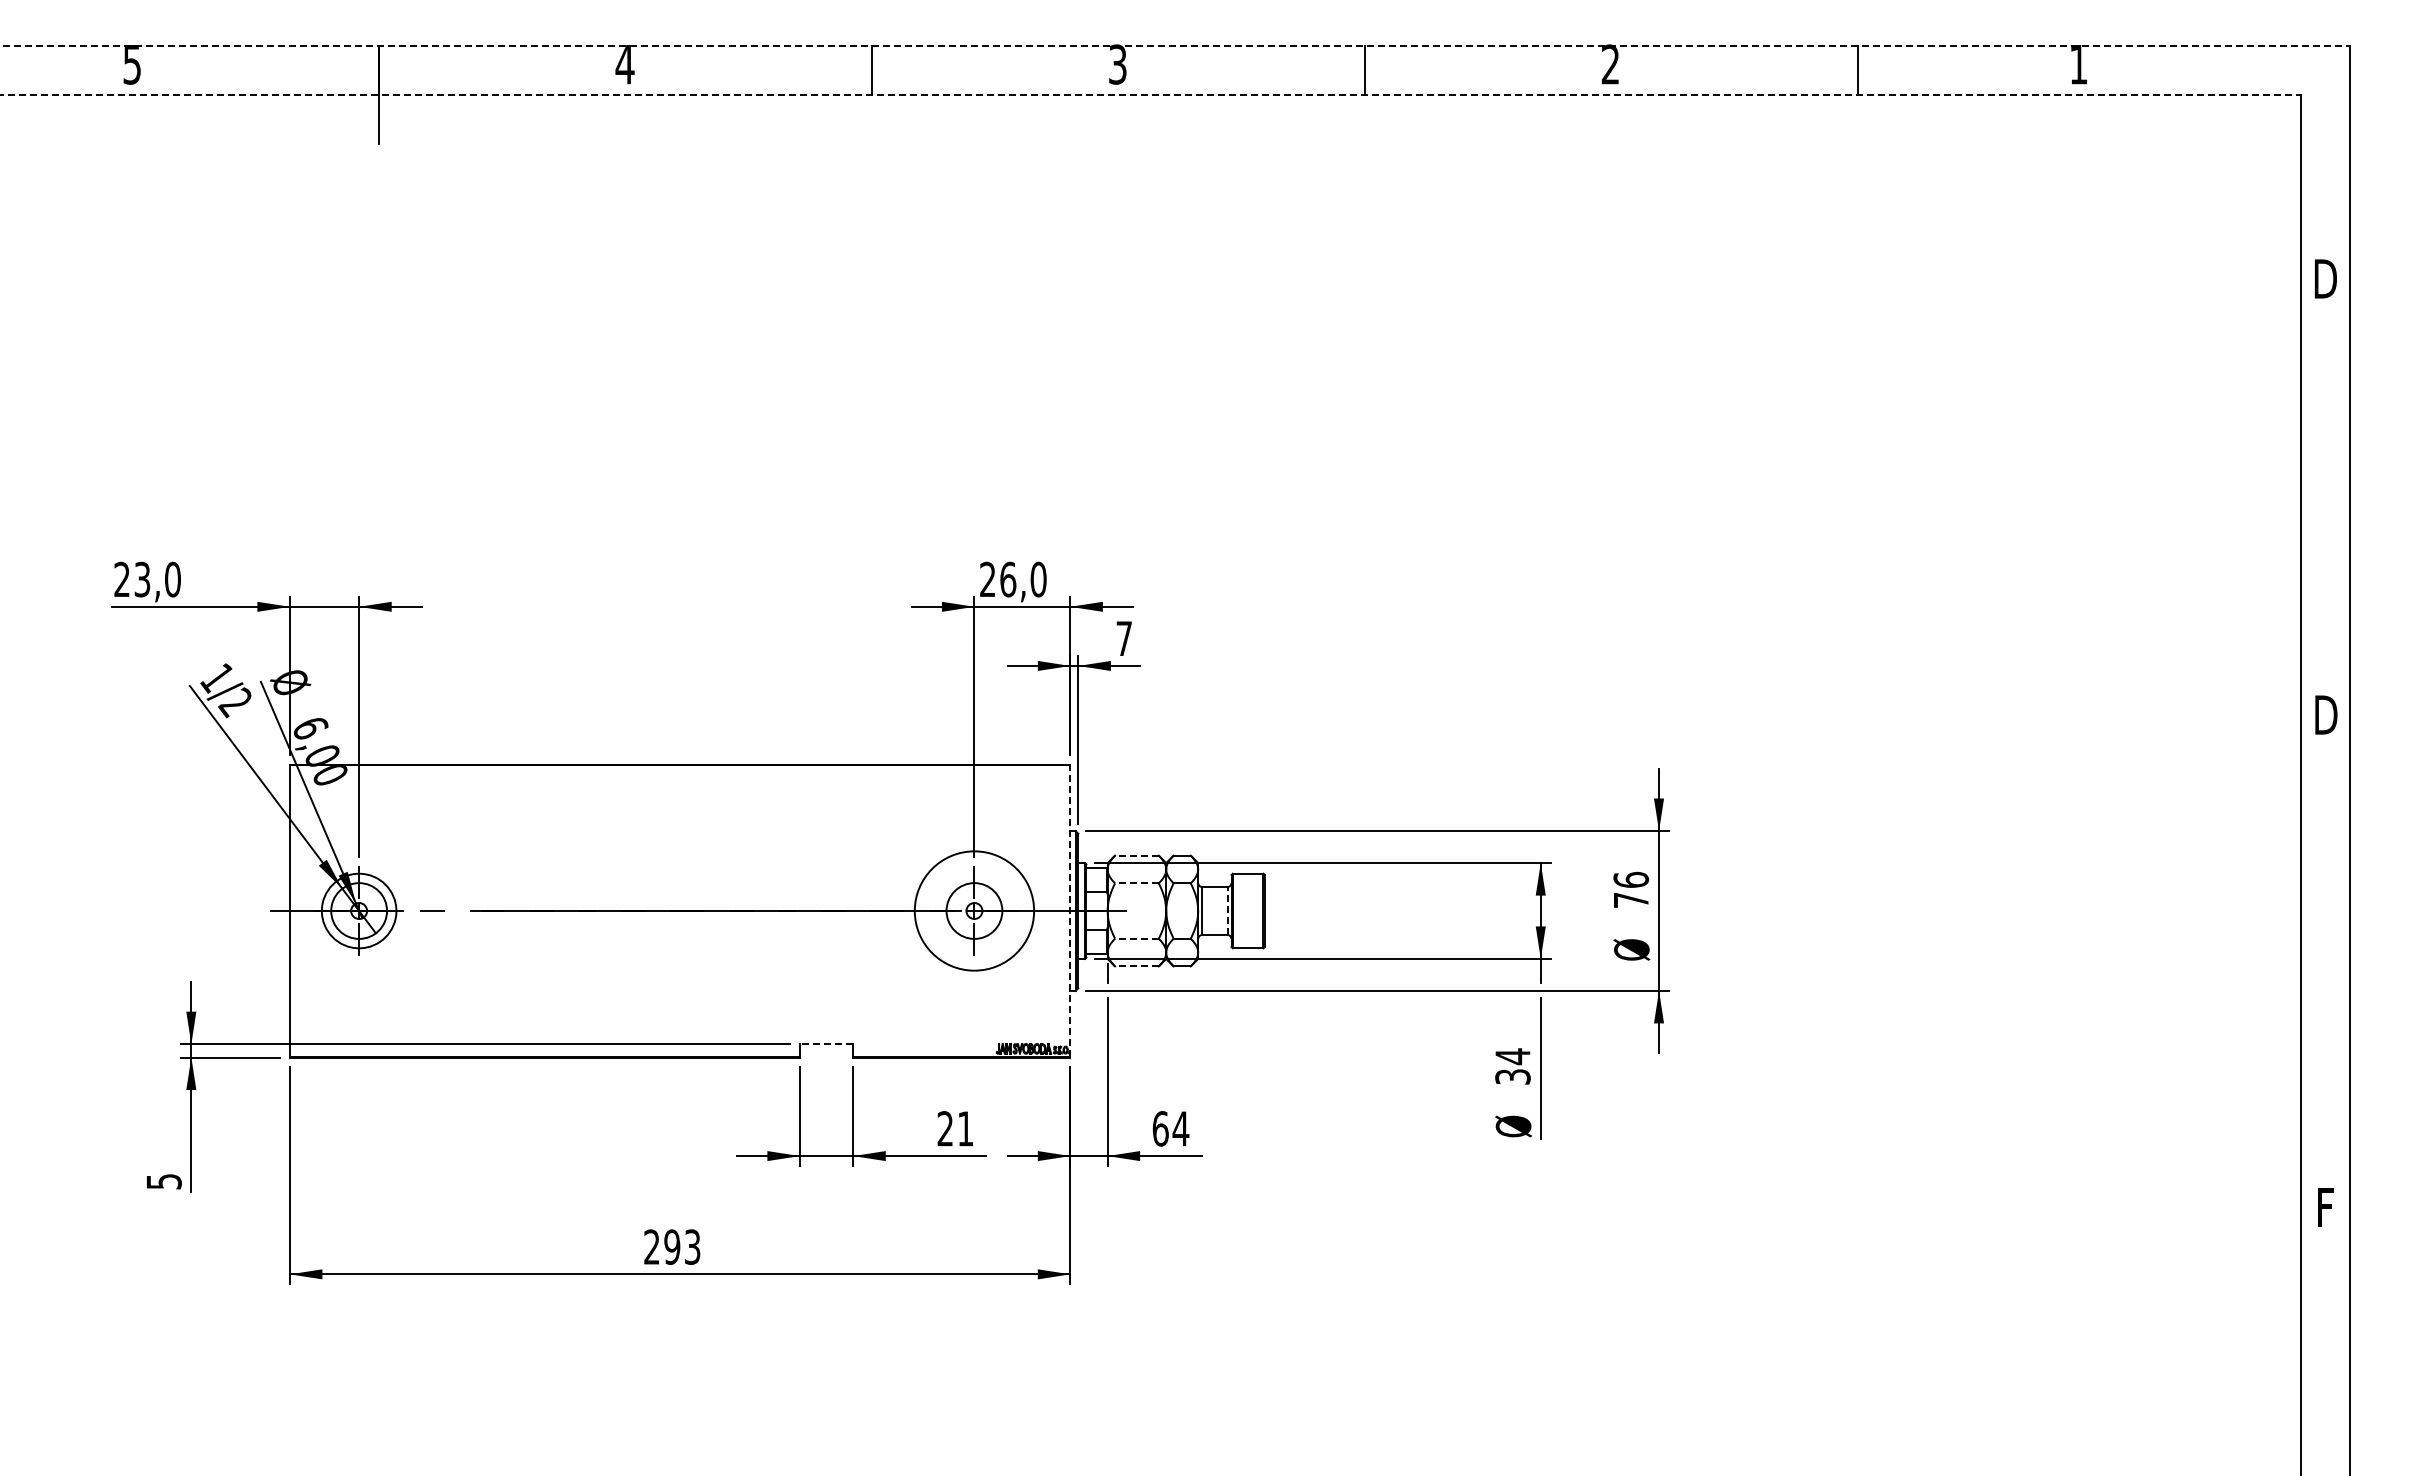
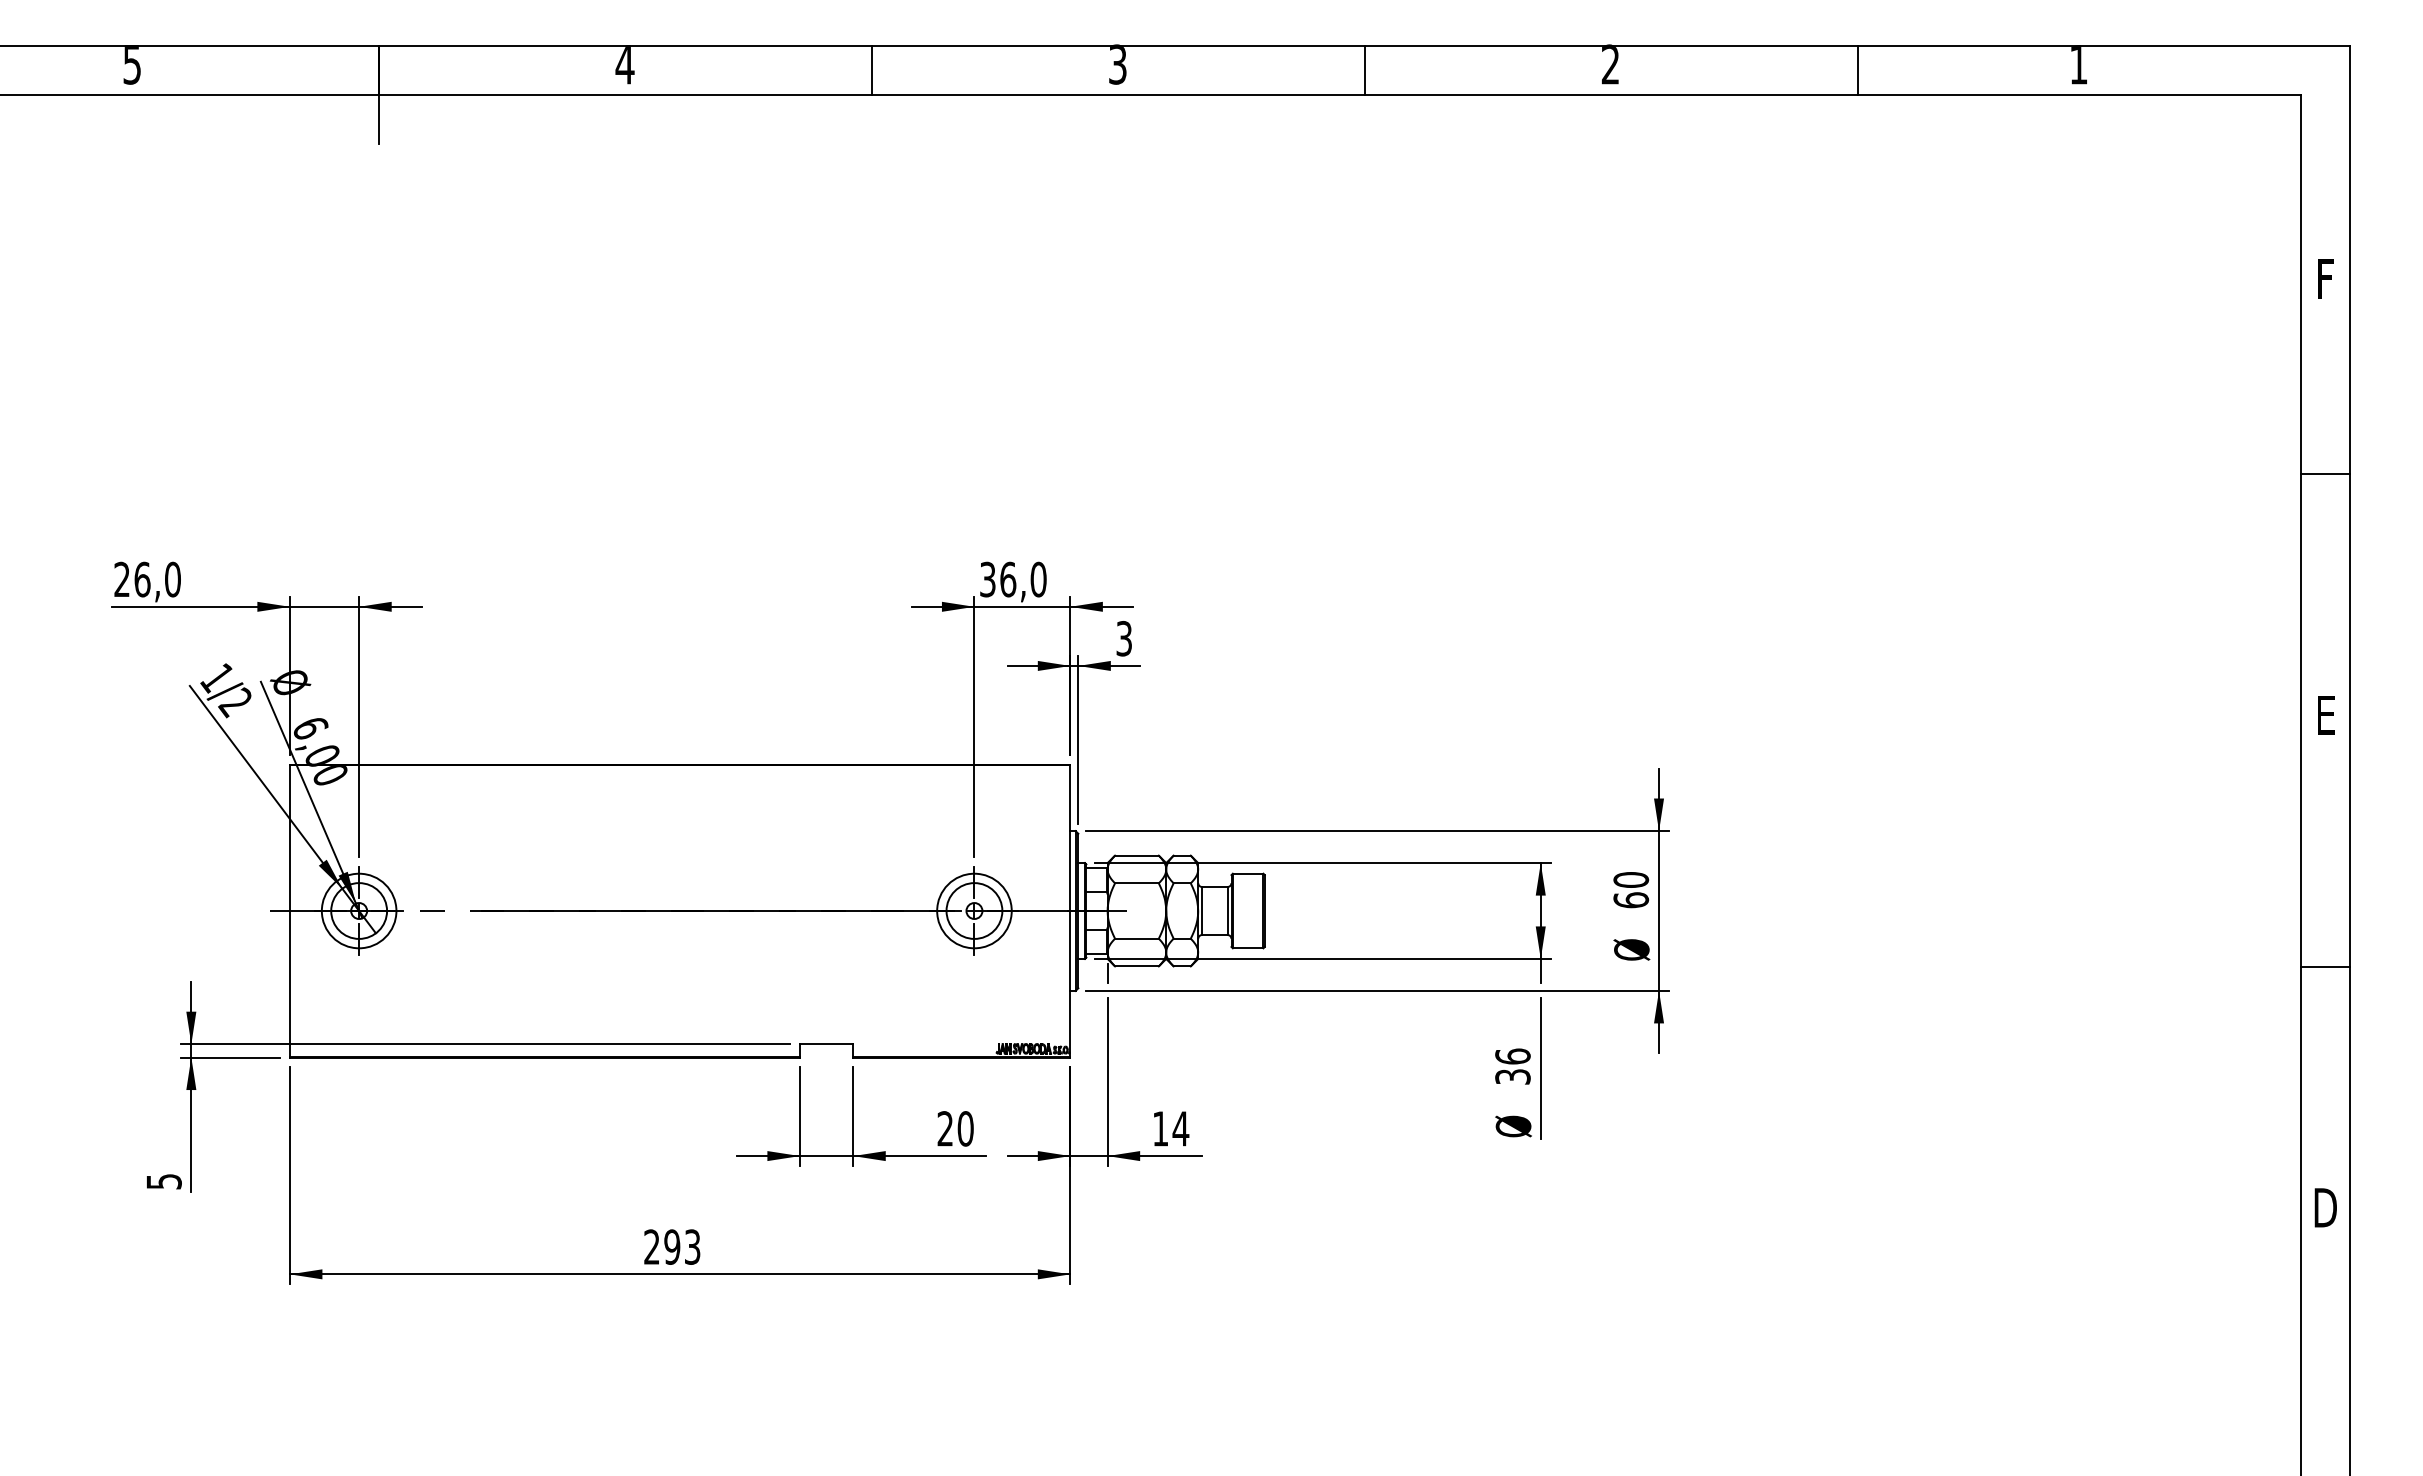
line at (1175, 45): dashed -> solid
line at (1151, 94): dashed -> solid
text at (2325, 278): D -> F
line at (2325, 474): none -> present
text at (142, 579): 23,0 -> 26,0
text at (987, 579): 26,0 -> 36,0
text at (1123, 638): 7 -> 3
text at (2326, 714): D -> E
line at (1136, 855): dashed -> solid
line at (1136, 883): dashed -> solid
text at (1631, 889): 76 -> 60
circle at (974, 910) diameter: 119 px -> 75 px
line at (1070, 911): dashed -> solid
line at (1227, 911): dashed -> solid
line at (1136, 938): dashed -> solid
line at (1136, 966): dashed -> solid
line at (2325, 967): none -> present
line at (826, 1044): dashed -> solid
text at (1512, 1056): 34 -> 36
text at (965, 1128): 21 -> 20
text at (1160, 1128): 64 -> 14
text at (2325, 1207): F -> D
